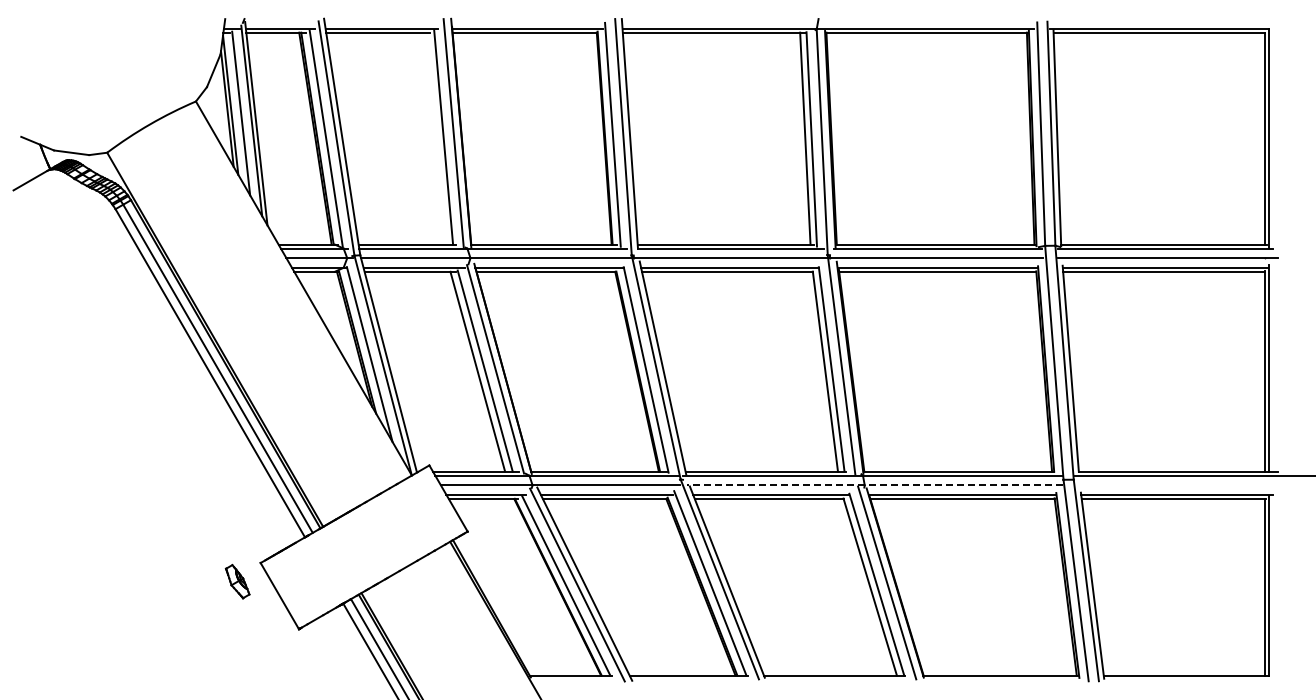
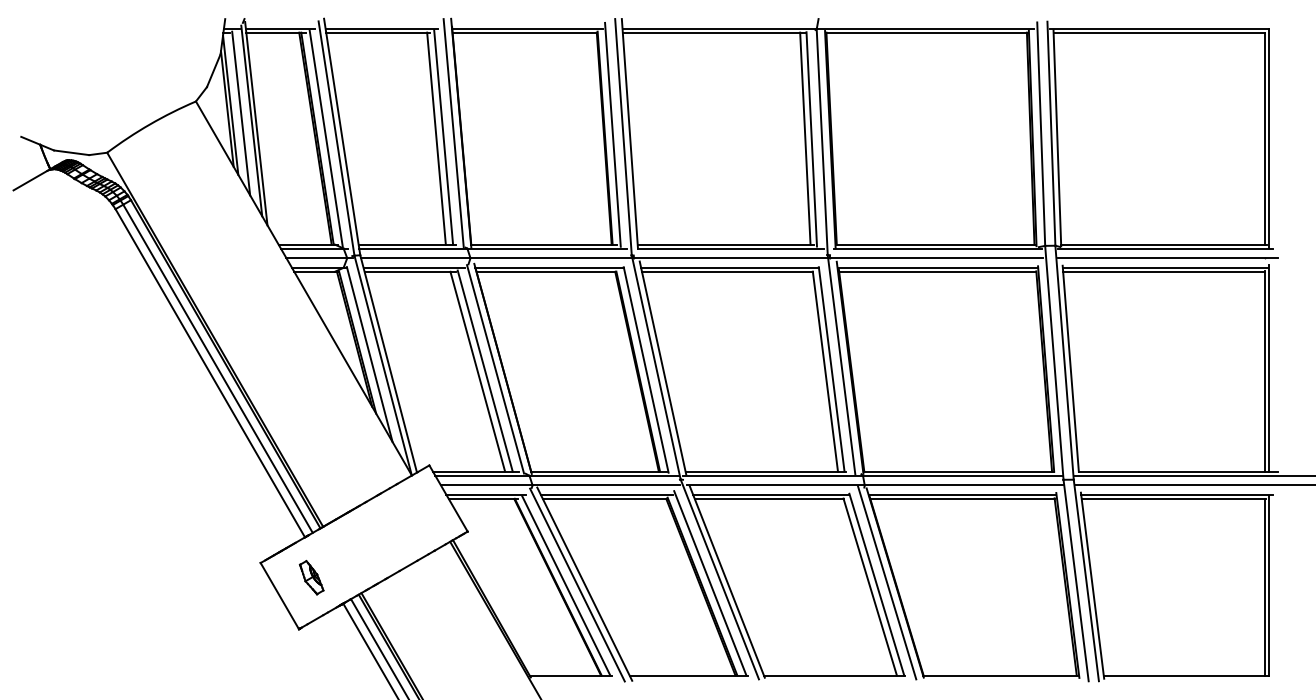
line at (436, 138): none -> present
line at (875, 485): dashed -> solid
line at (1193, 485): none -> present
part at (237, 581) position: (237, 581) -> (311, 577)
